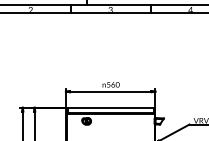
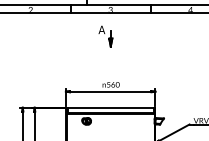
part at (105, 36): none -> present
